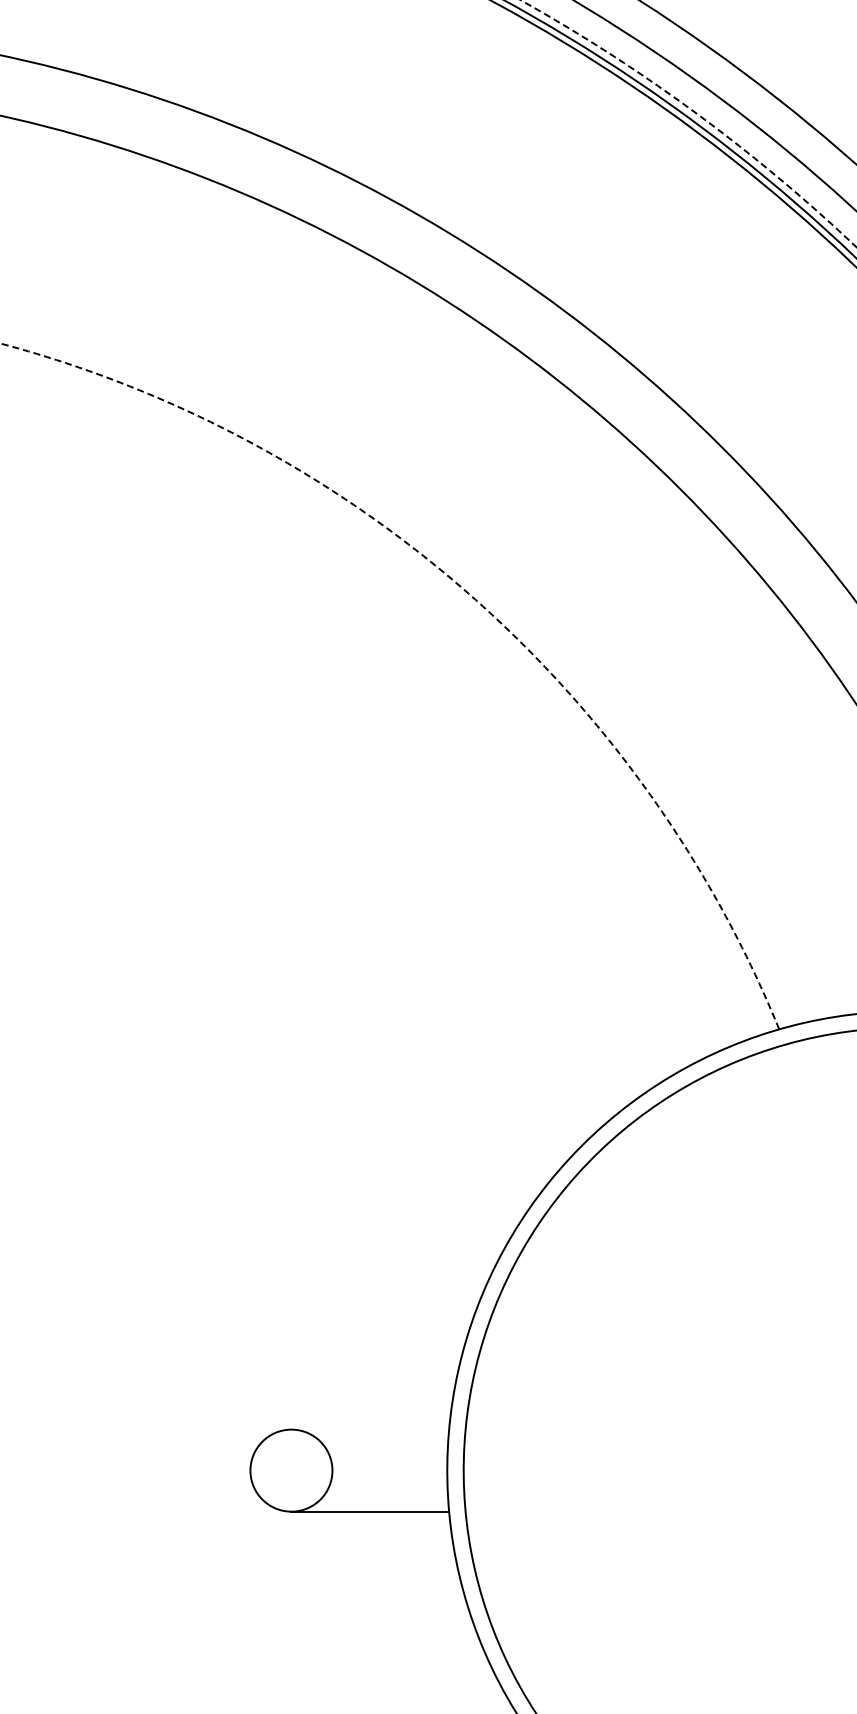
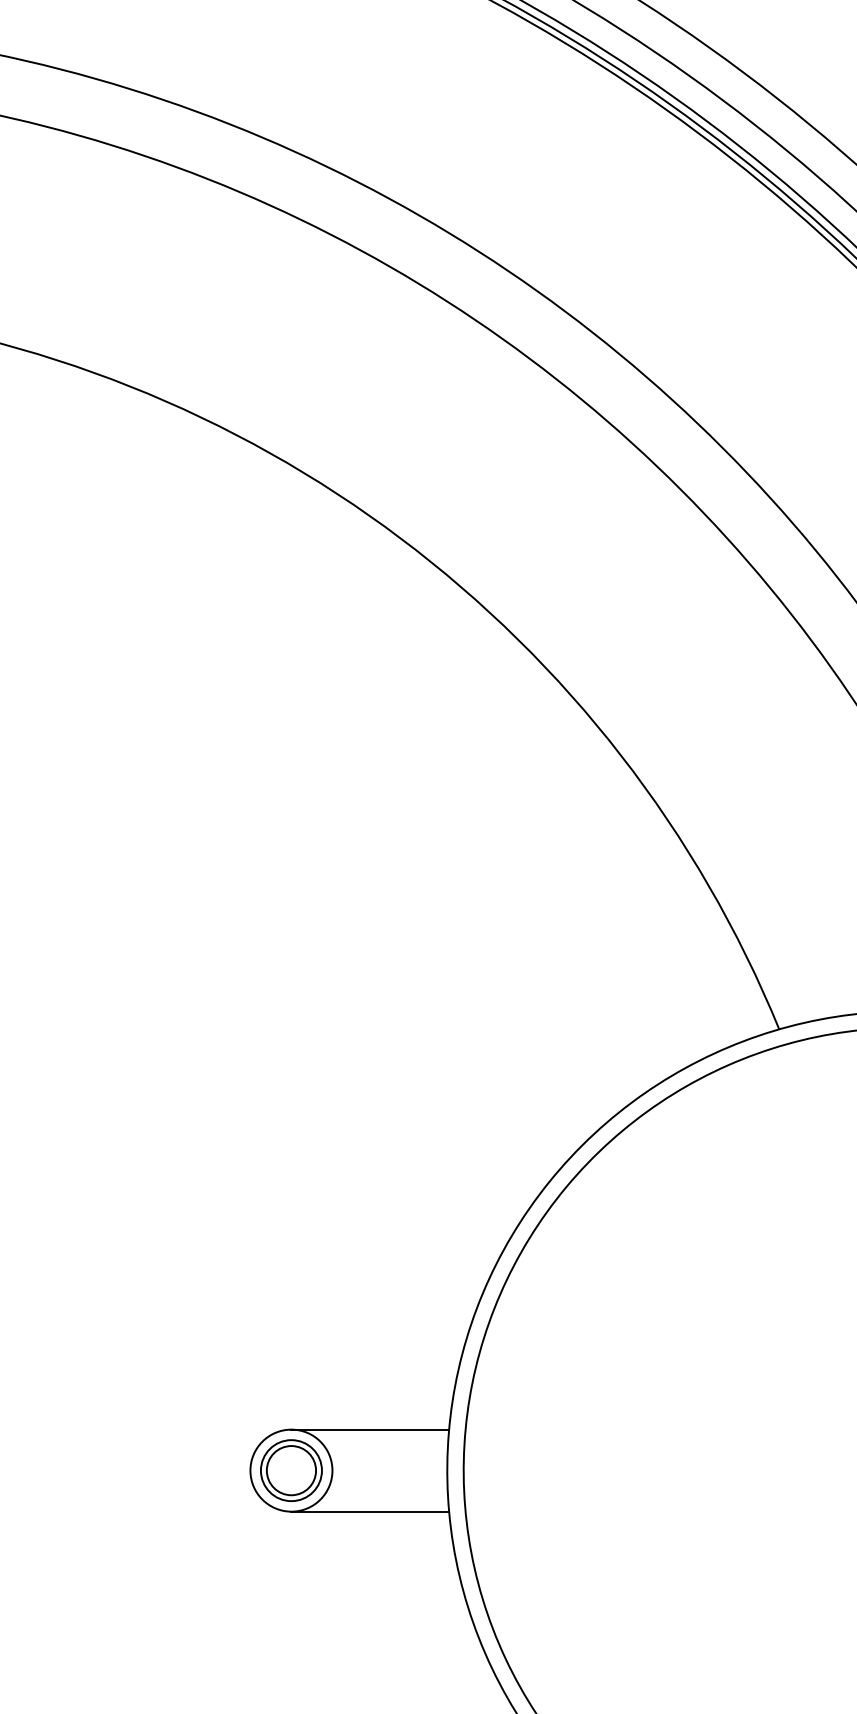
circle at (688, 123): dashed -> solid
arc at (469, 594): dashed -> solid
line at (370, 1429): none -> present
part at (291, 1470): none -> present
